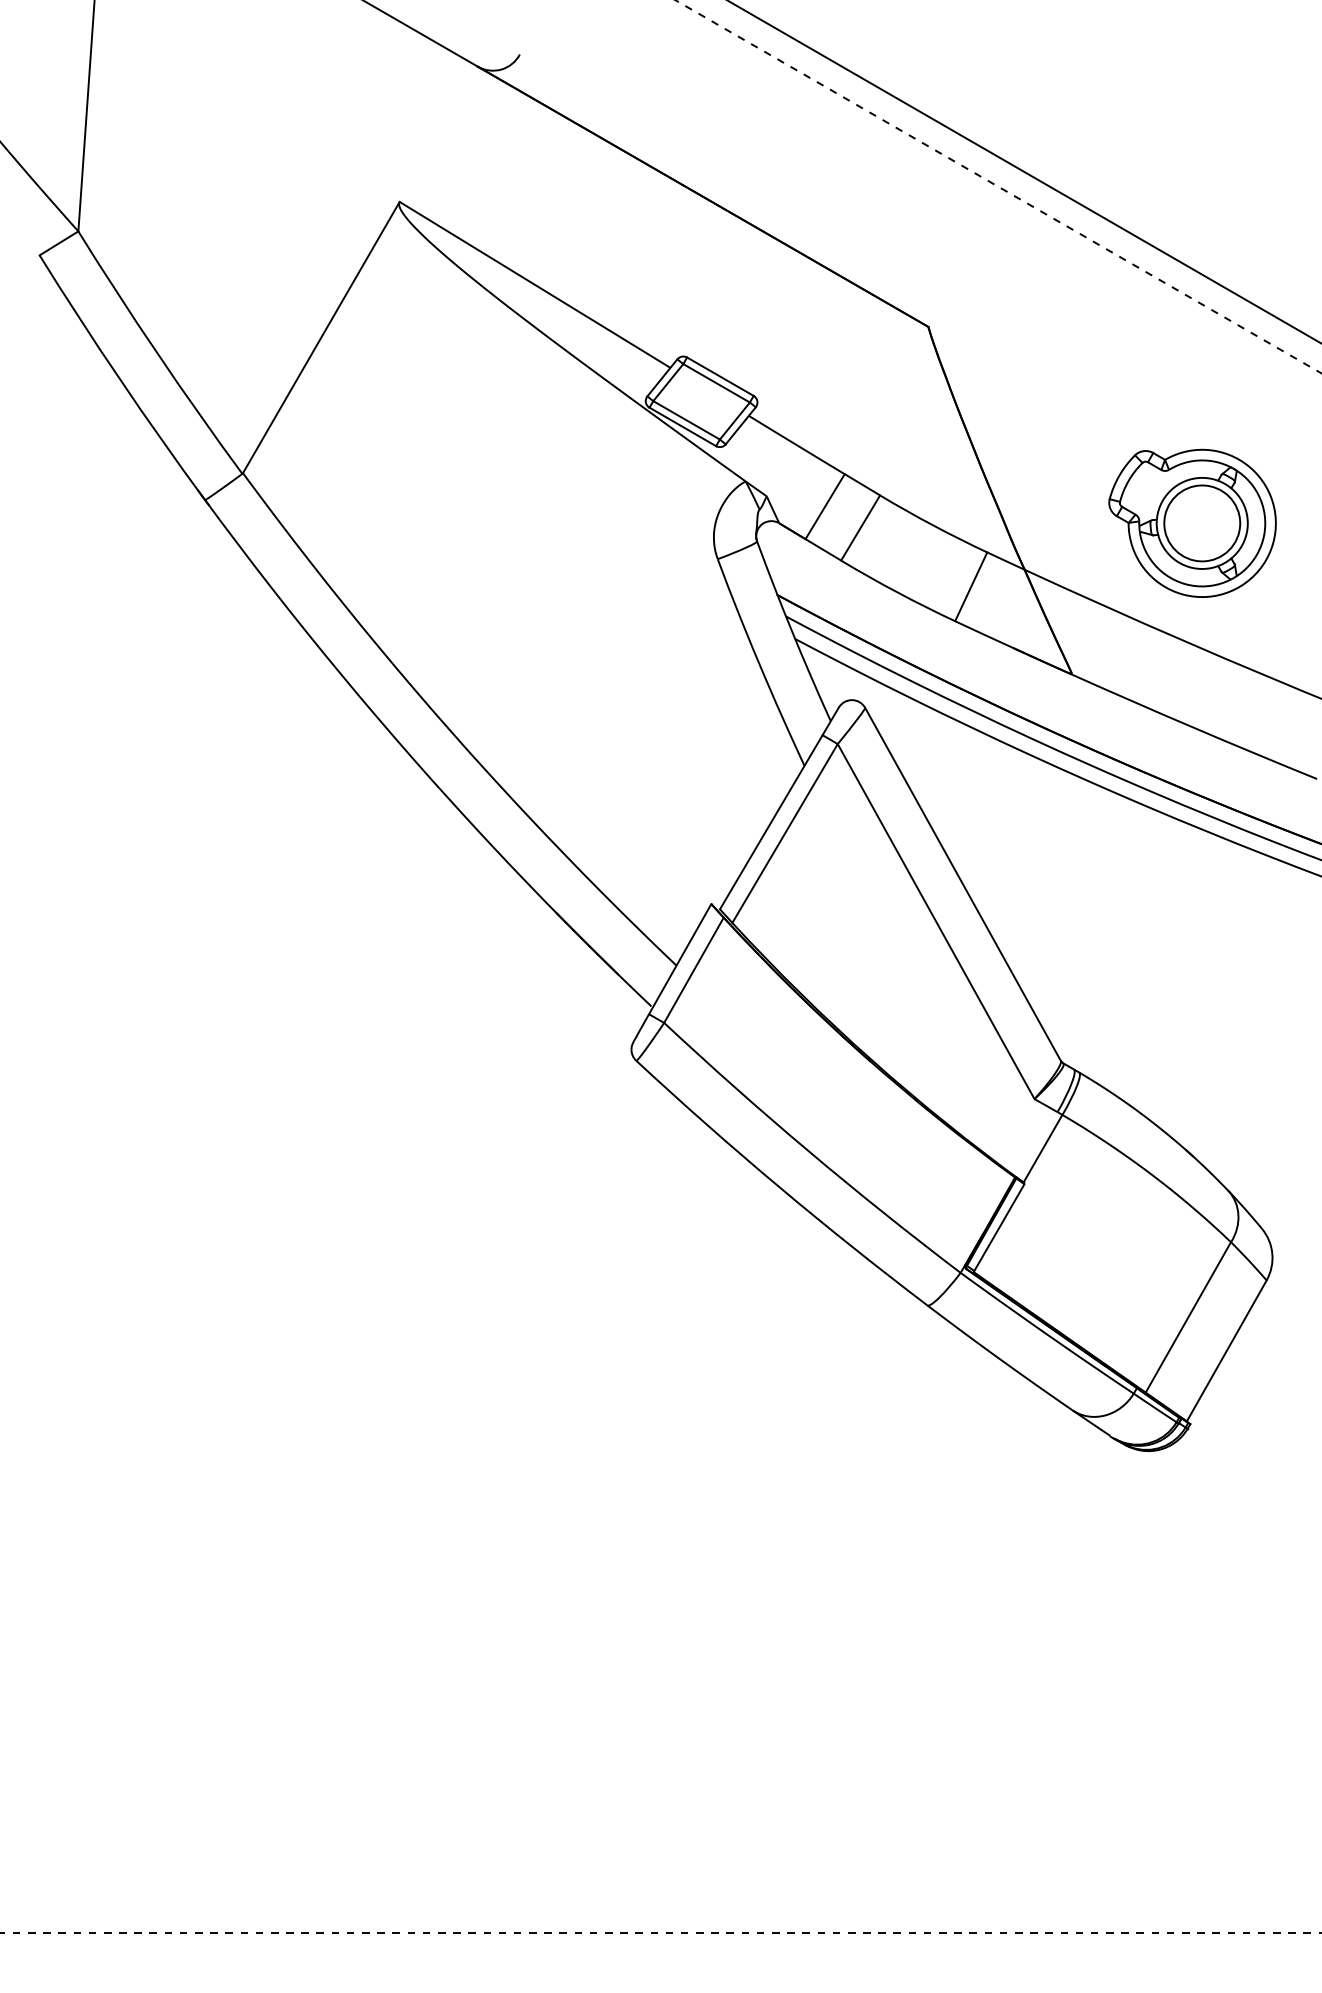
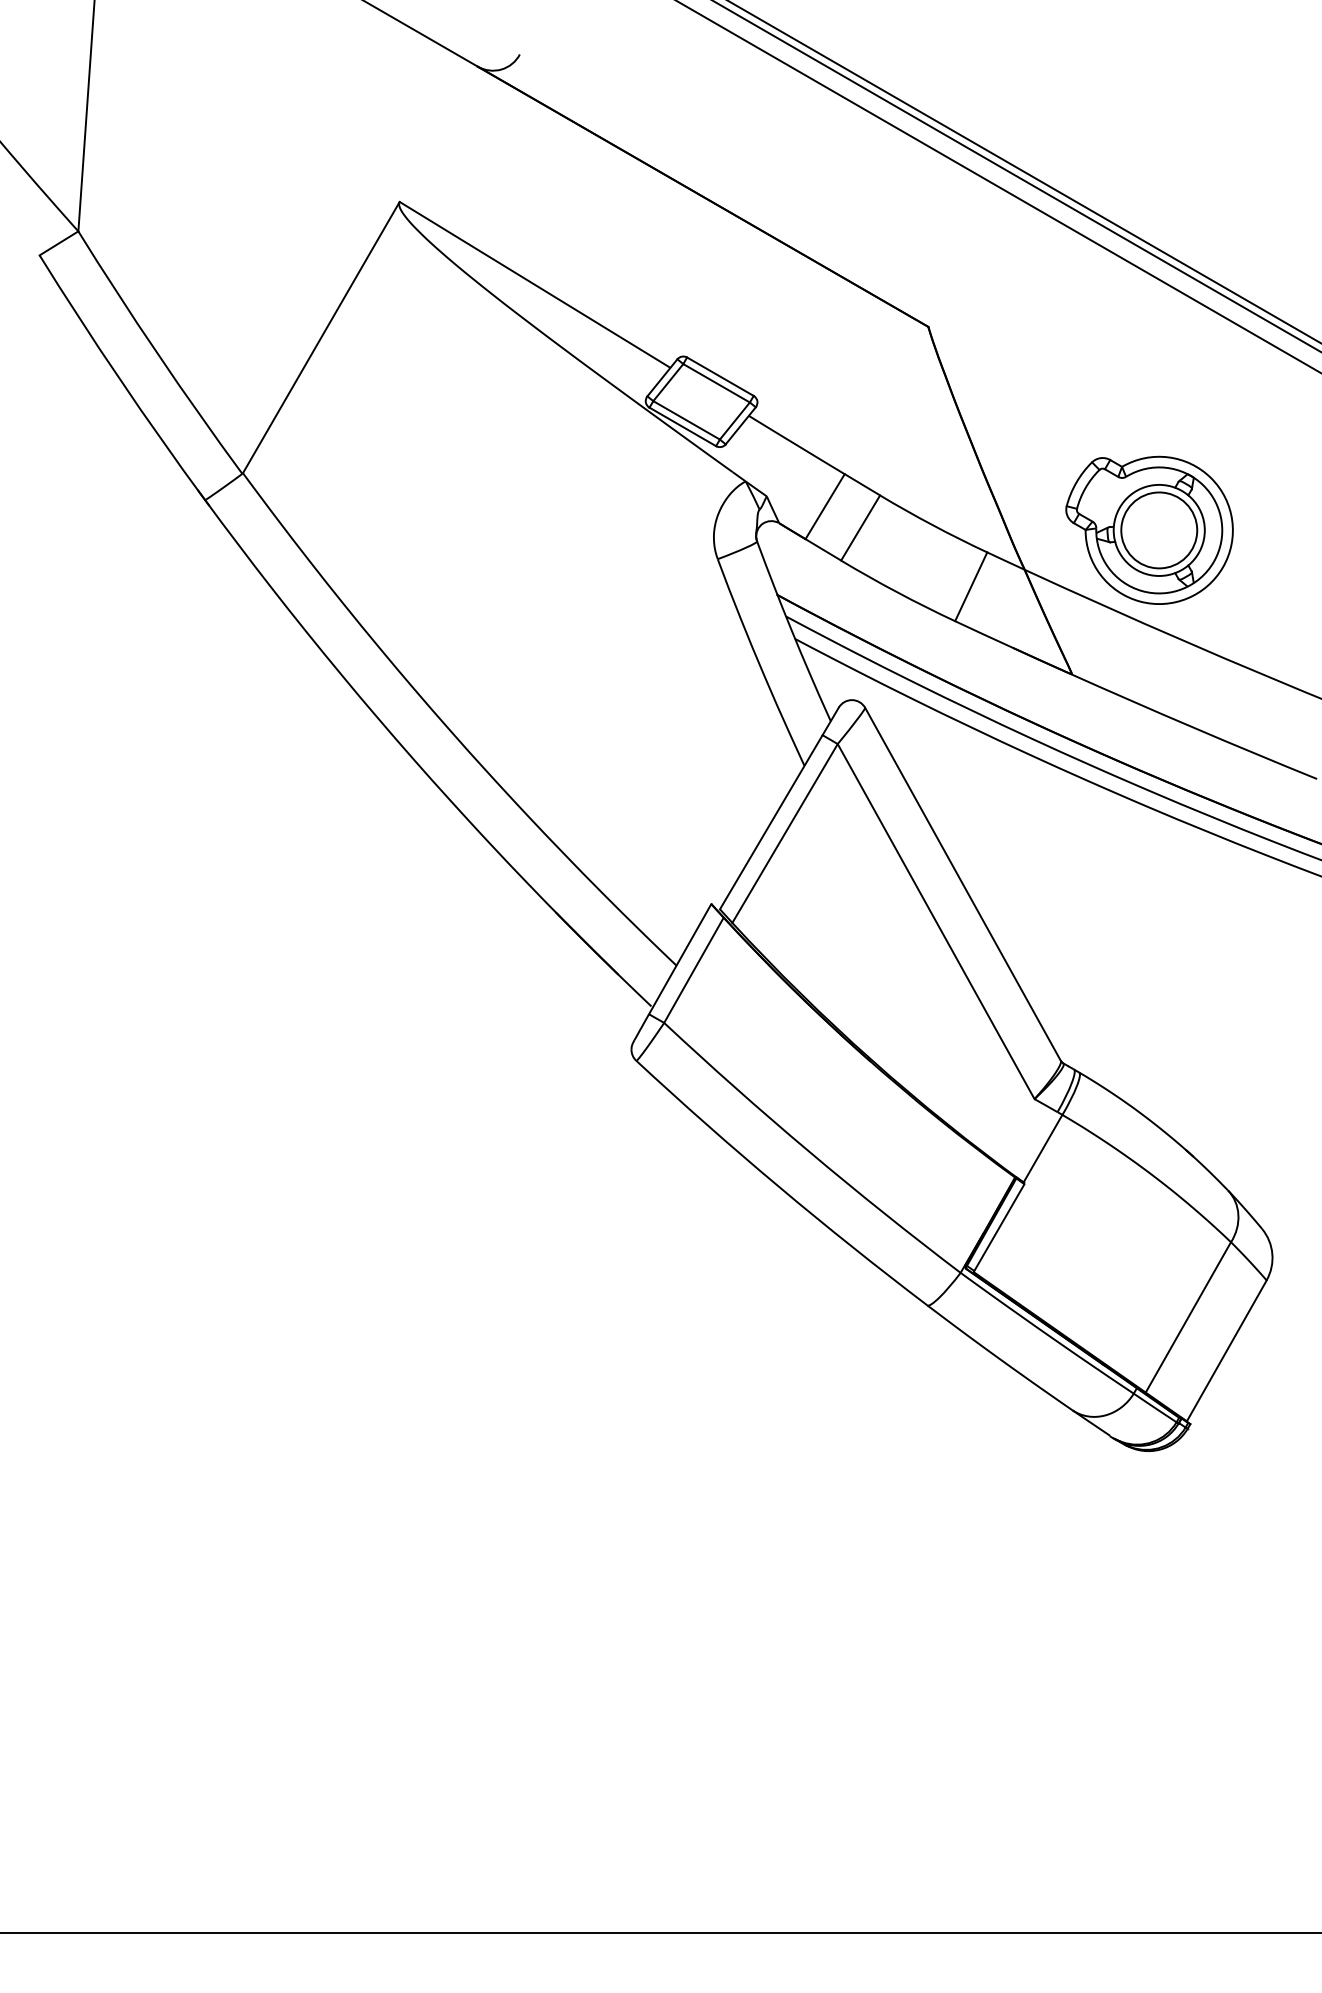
line at (1016, 176): none -> present
line at (998, 186): dashed -> solid
part at (1192, 522) position: (1192, 522) -> (1149, 529)
line at (661, 1933): dashed -> solid
